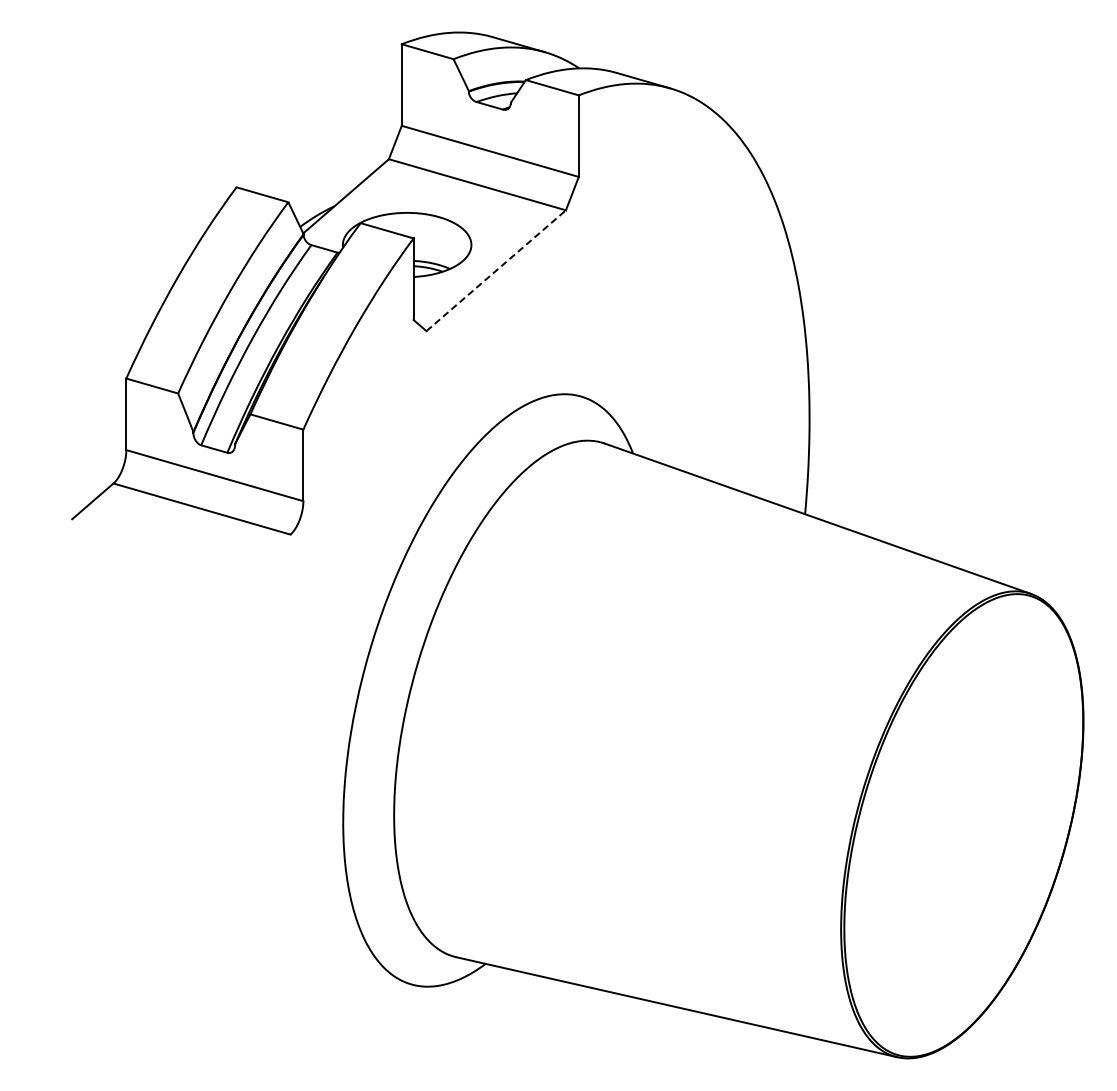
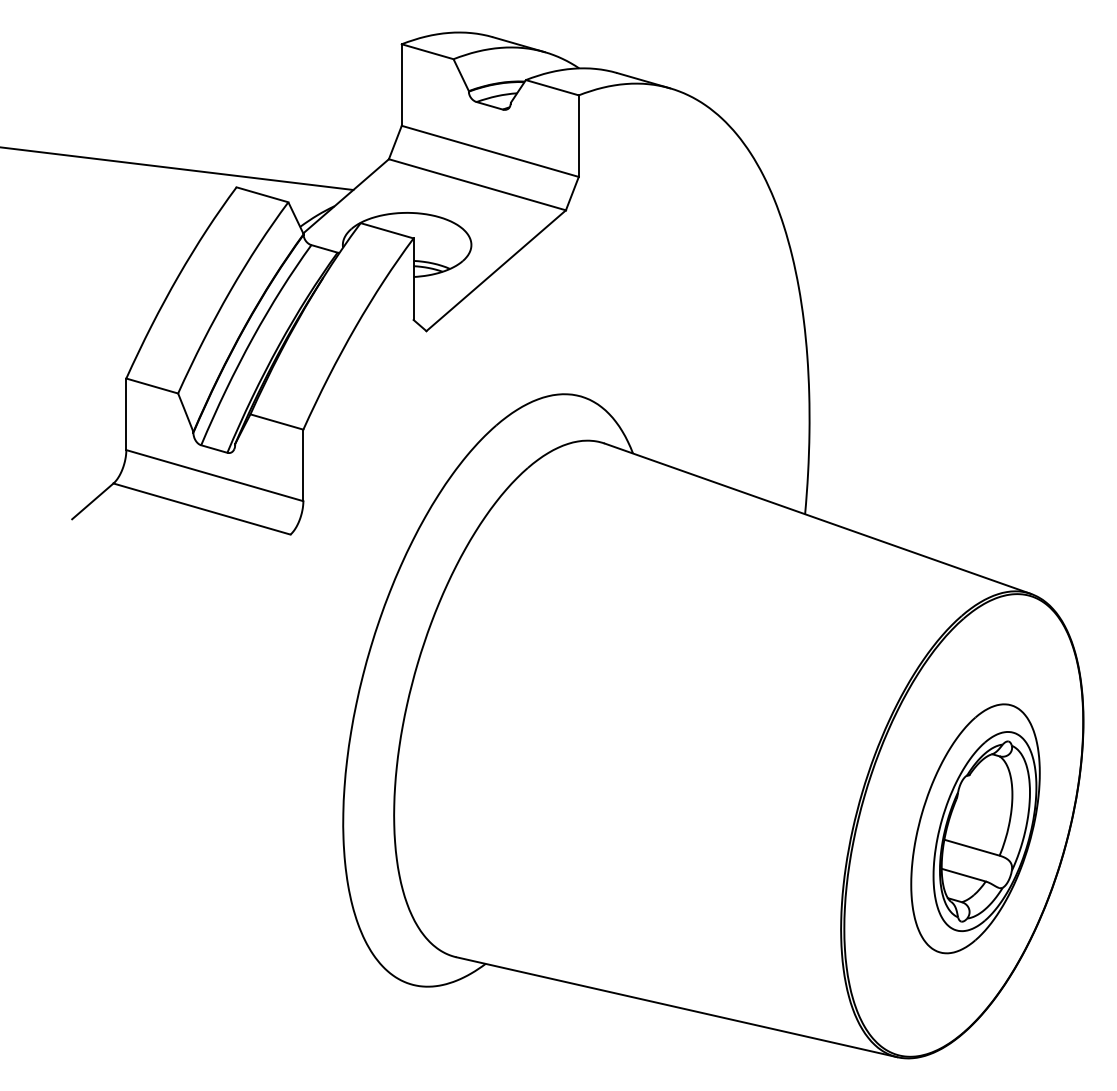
line at (177, 168): none -> present
line at (496, 270): dashed -> solid
part at (975, 828): none -> present
